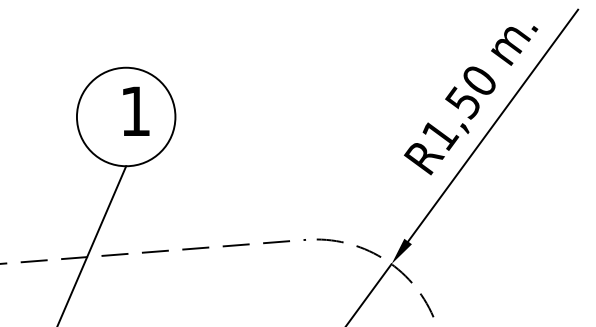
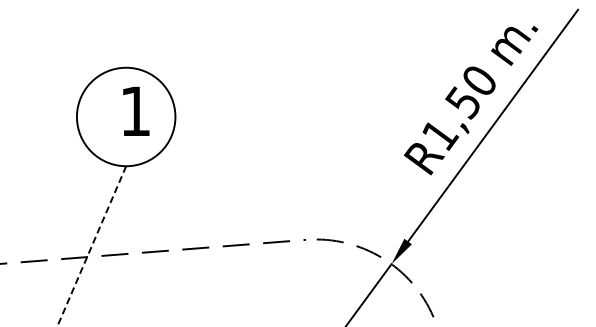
line at (91, 246): solid -> dashed
